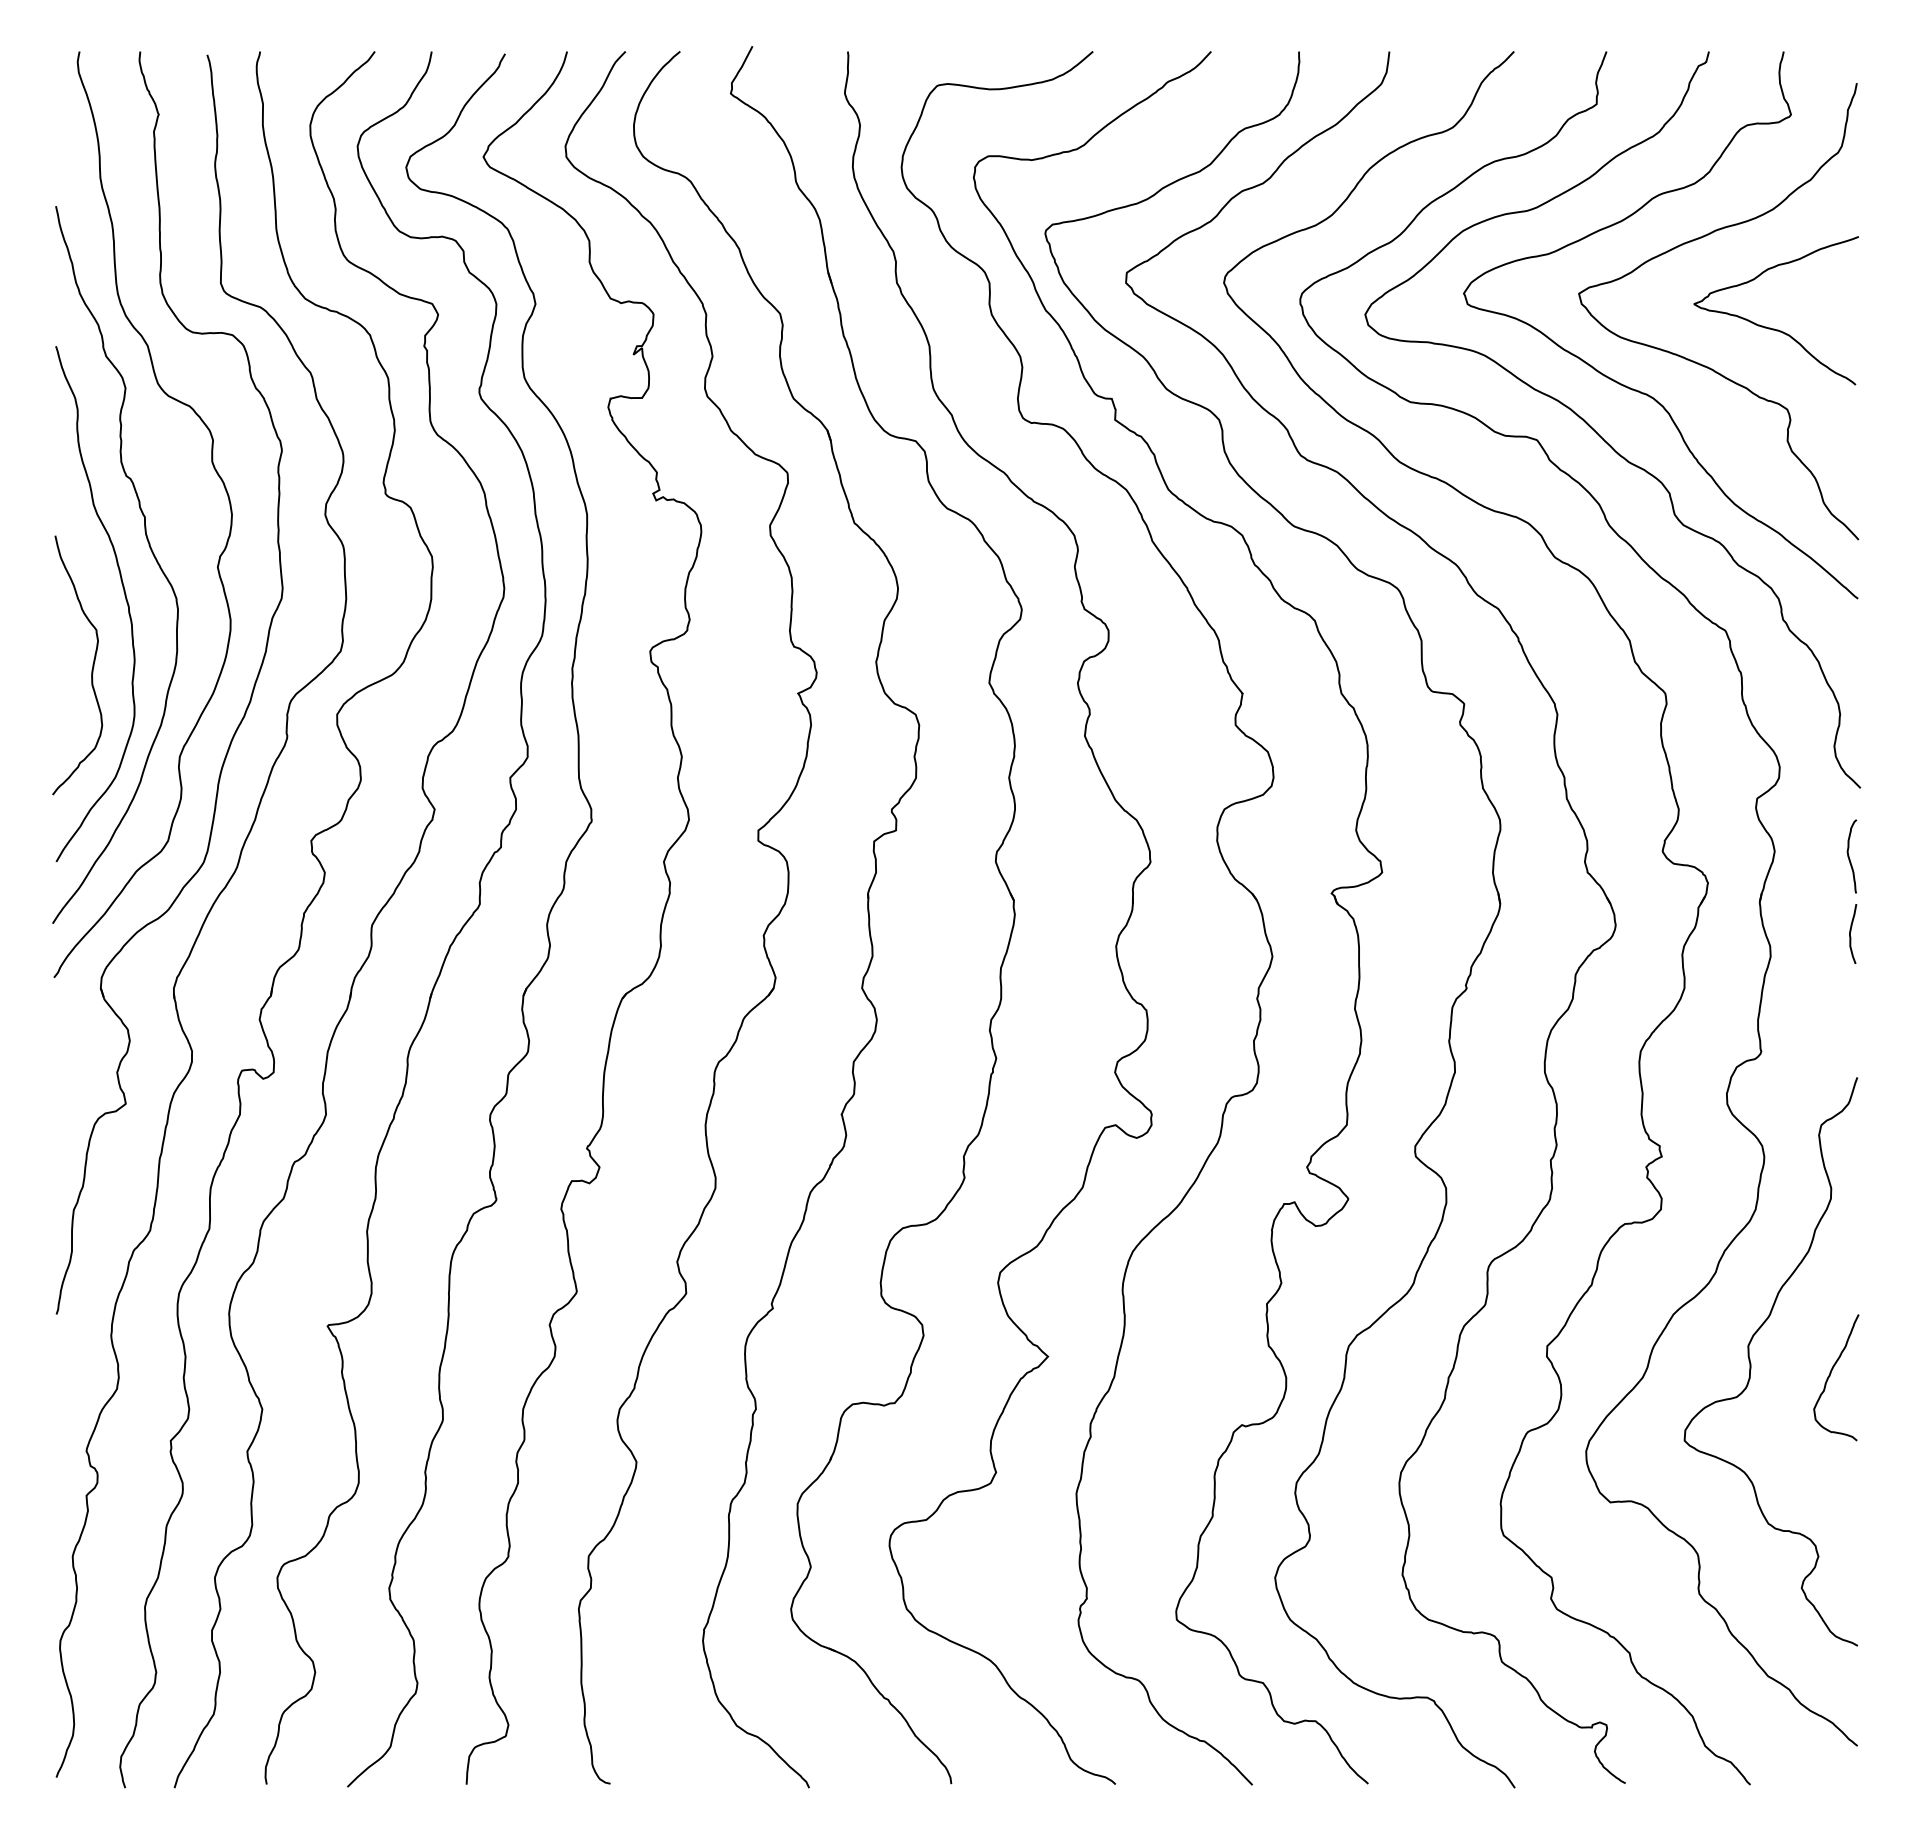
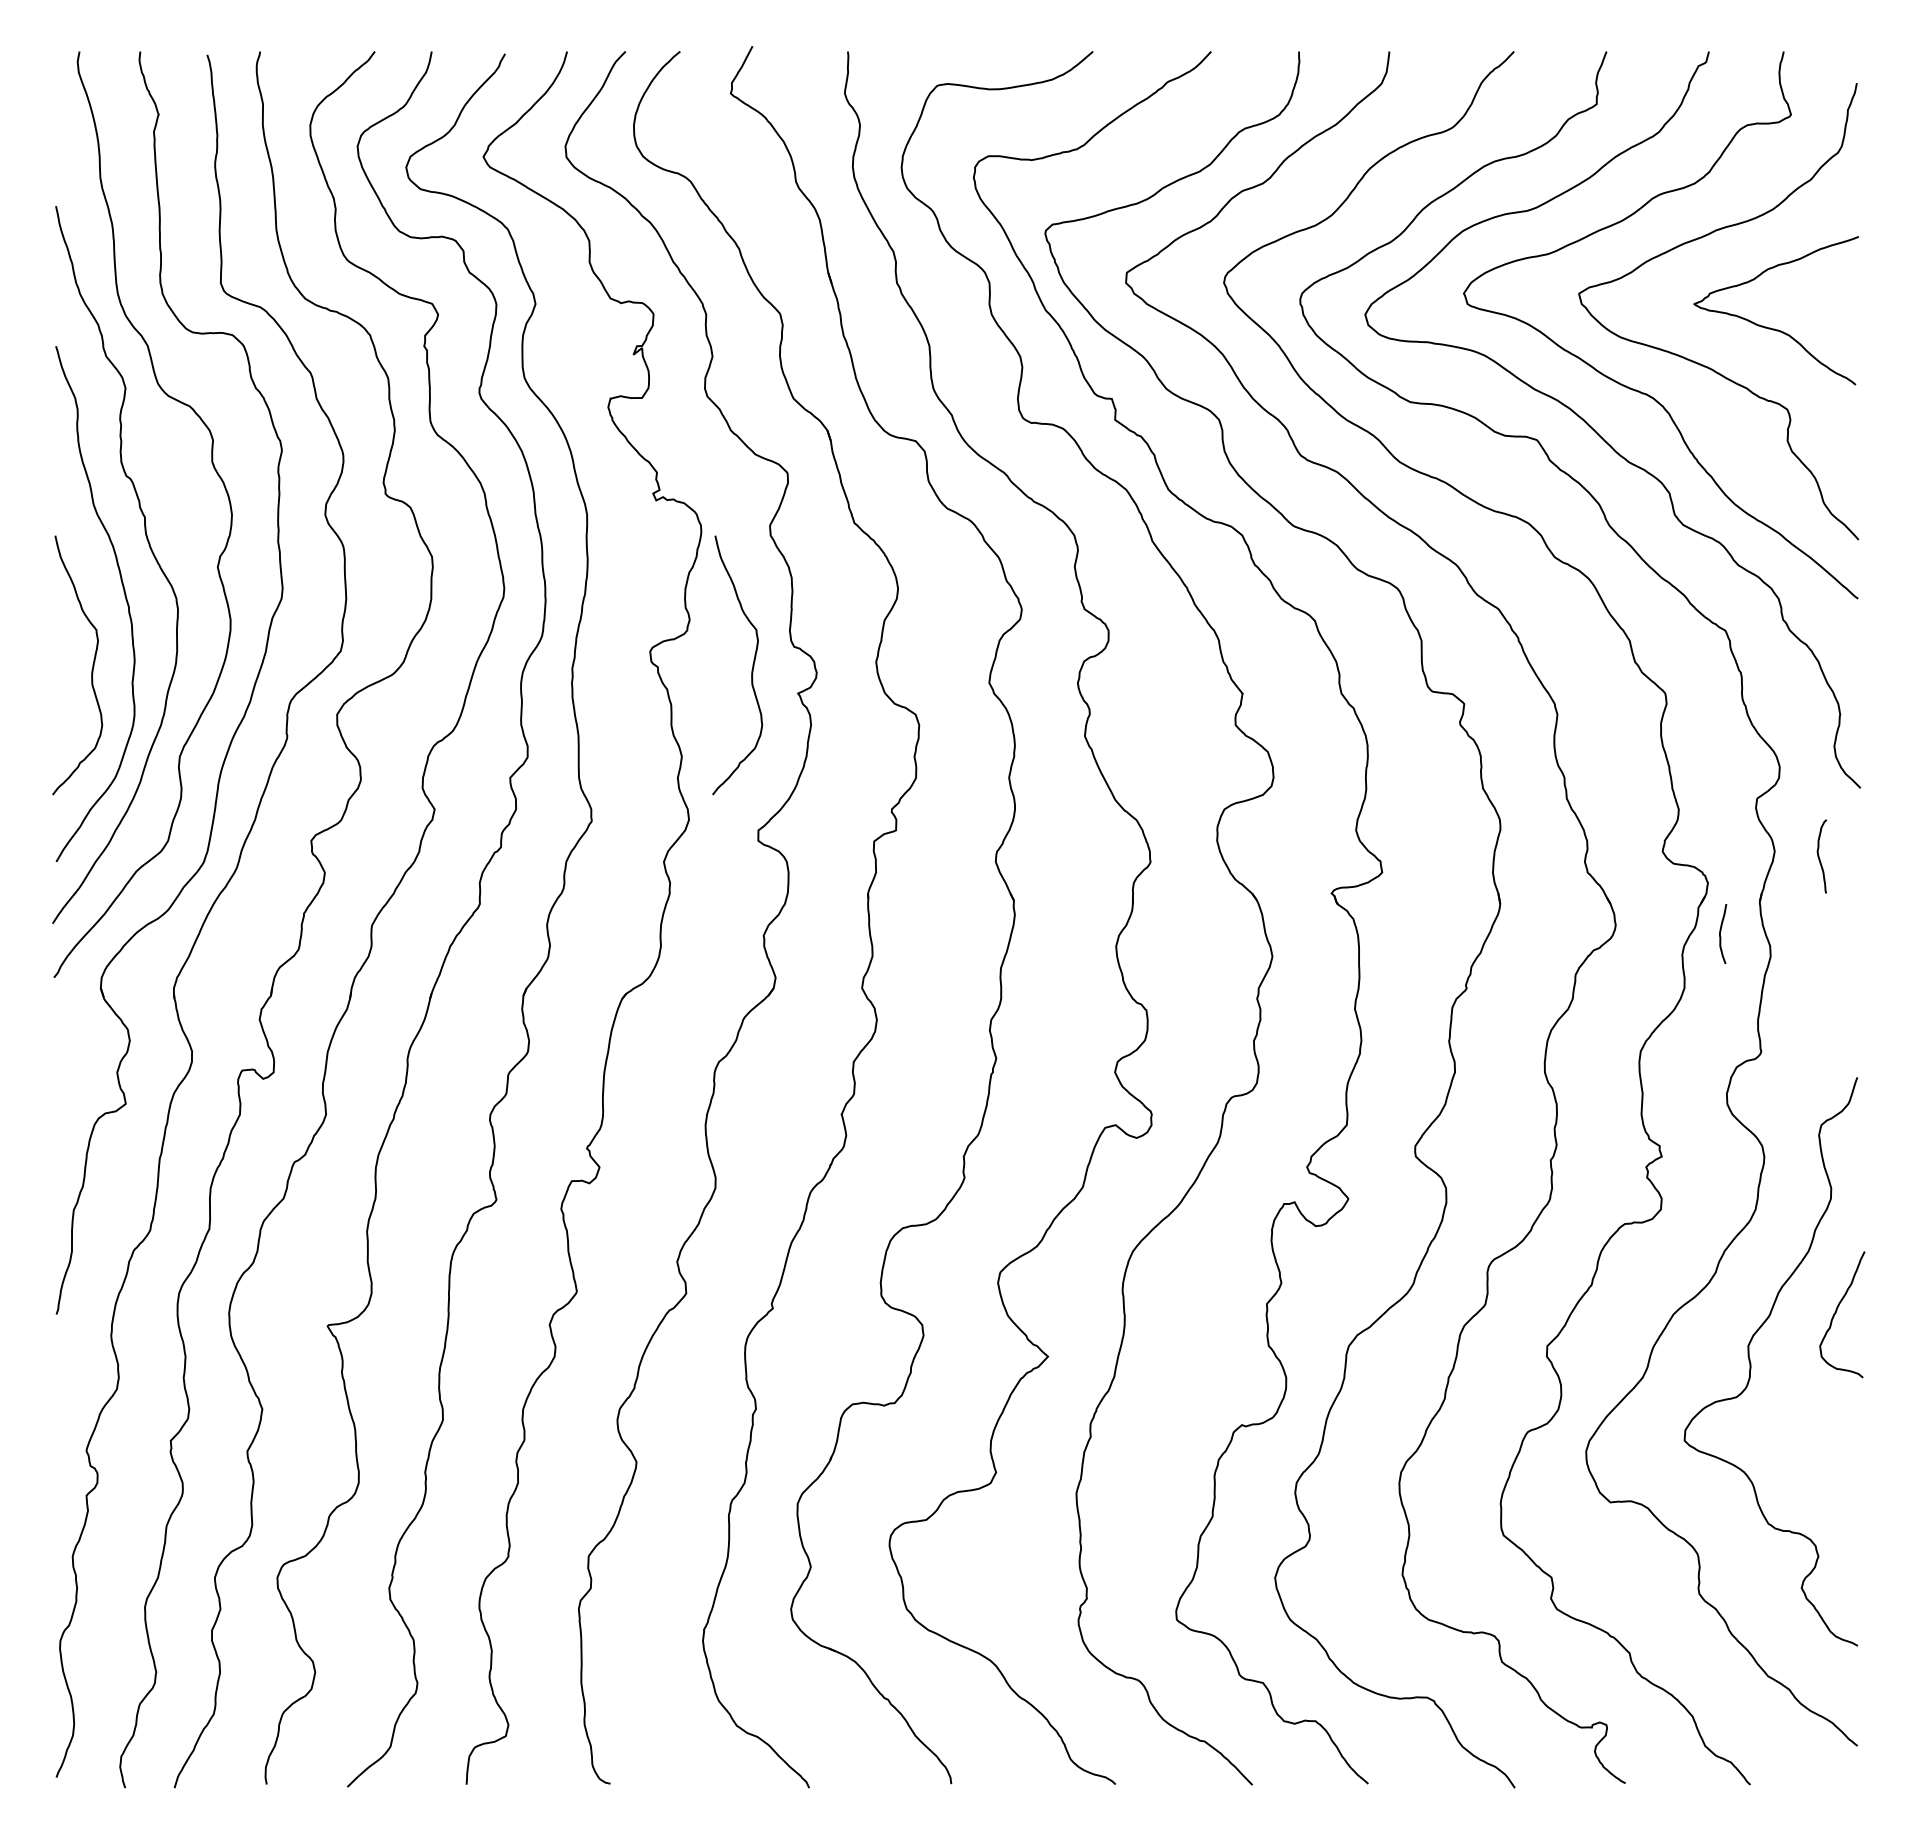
curve at (751, 669): none -> present
curve at (1849, 856) position: (1849, 856) -> (1819, 856)
curve at (1851, 931) position: (1851, 931) -> (1721, 931)
curve at (1830, 1376) position: (1830, 1376) -> (1836, 1313)
